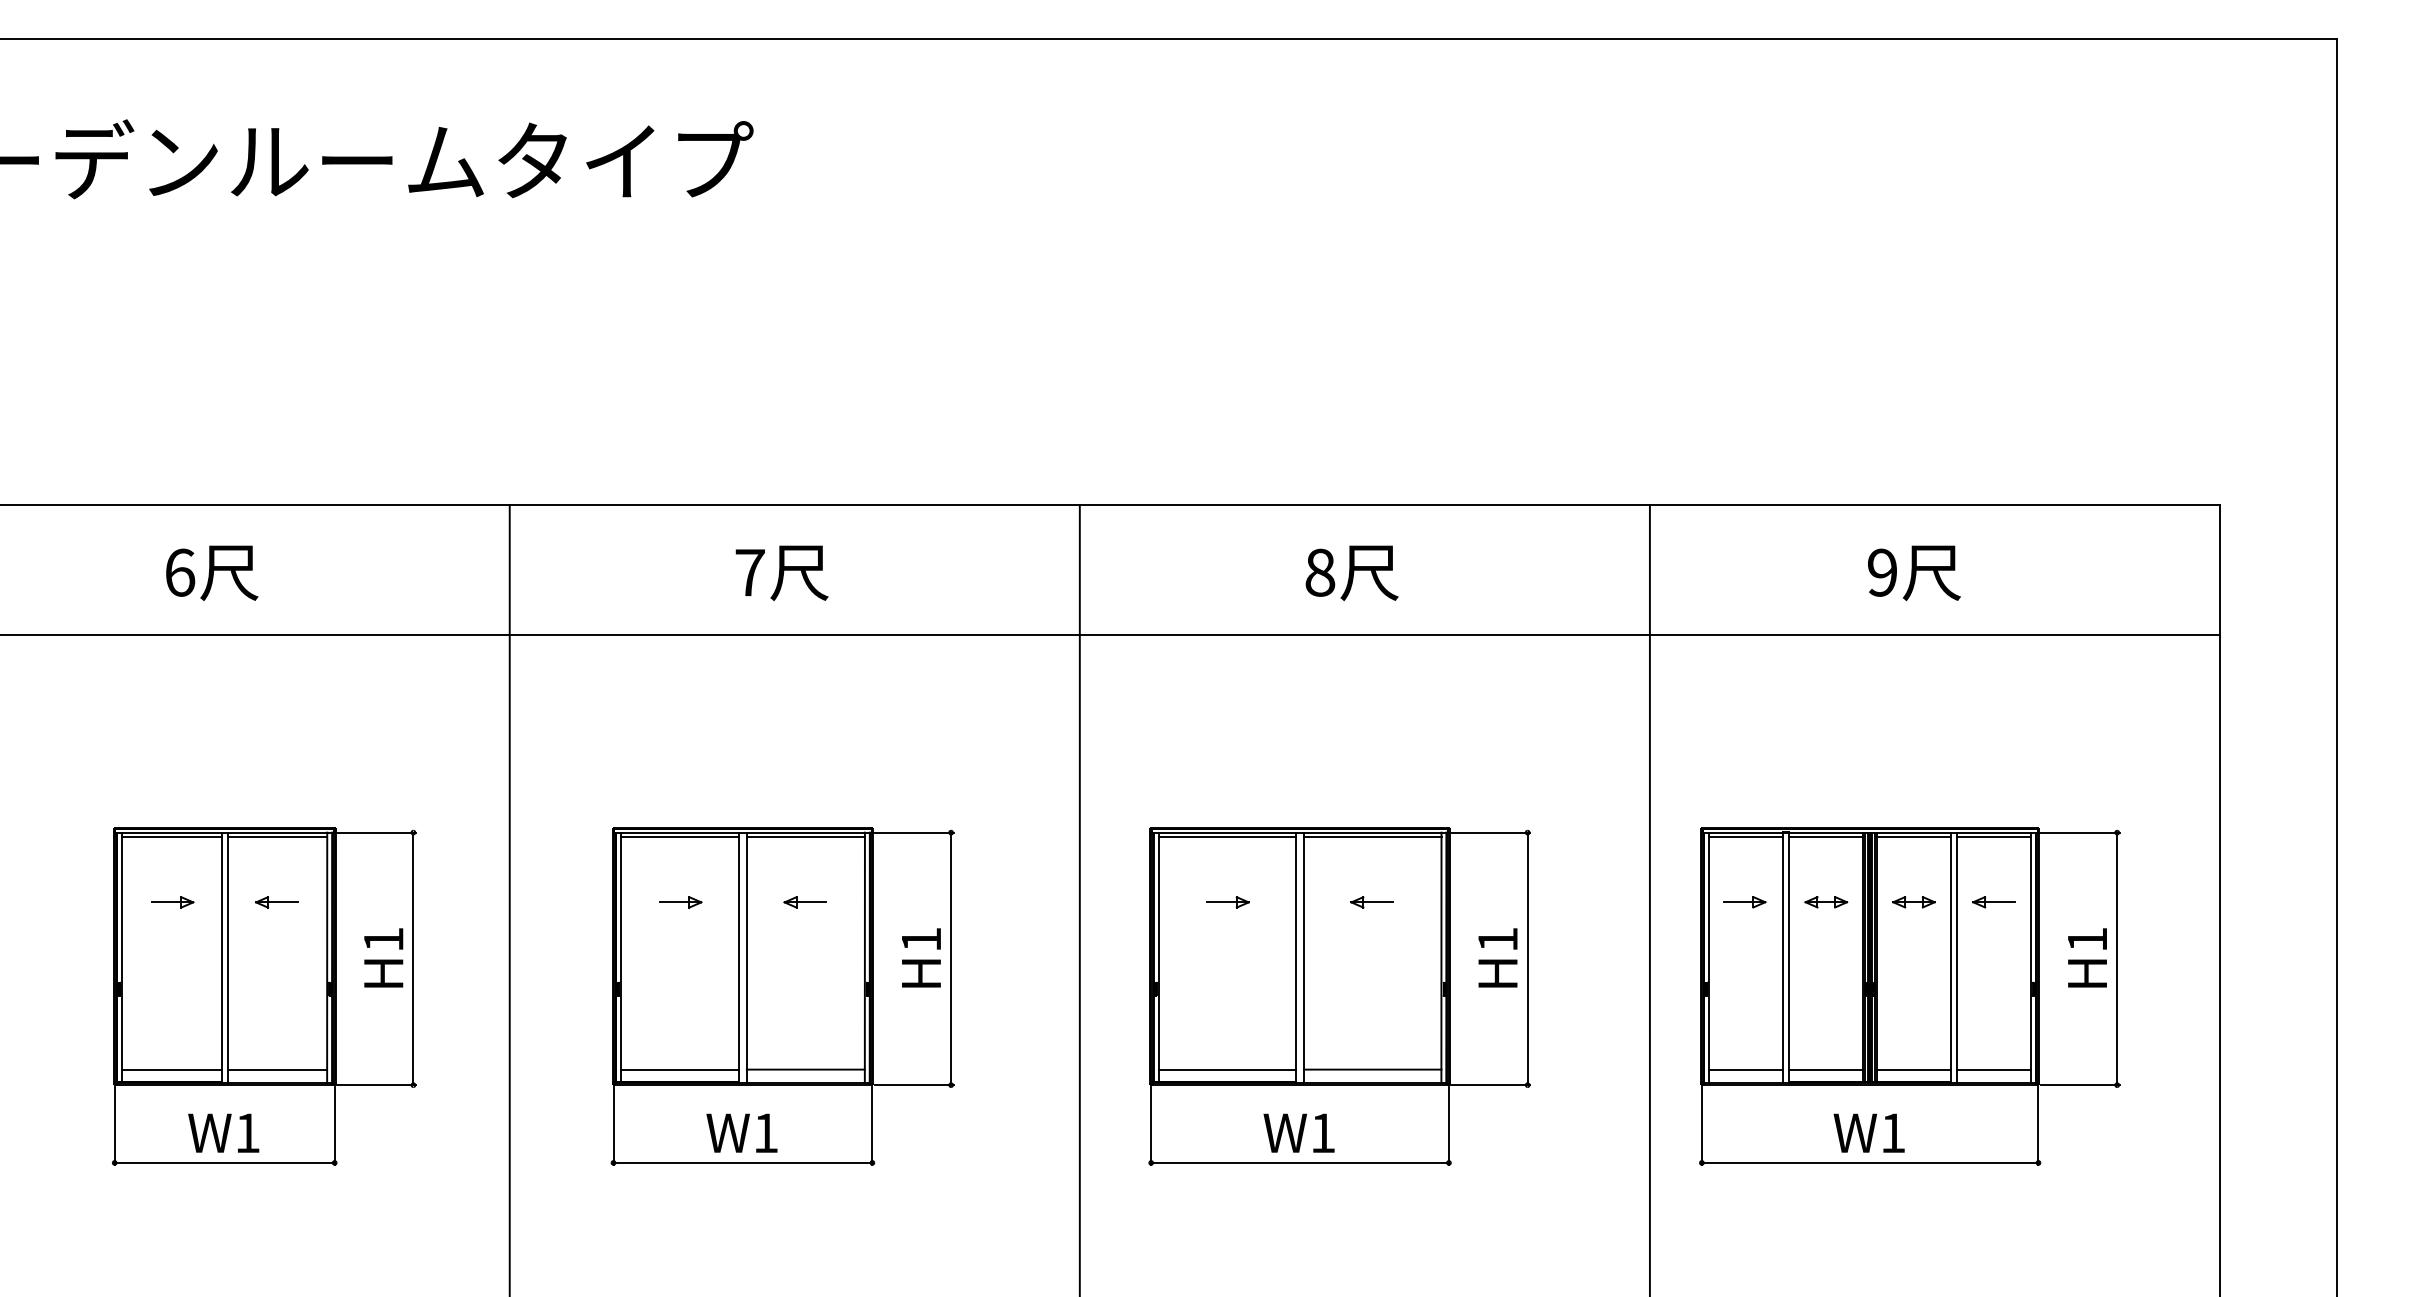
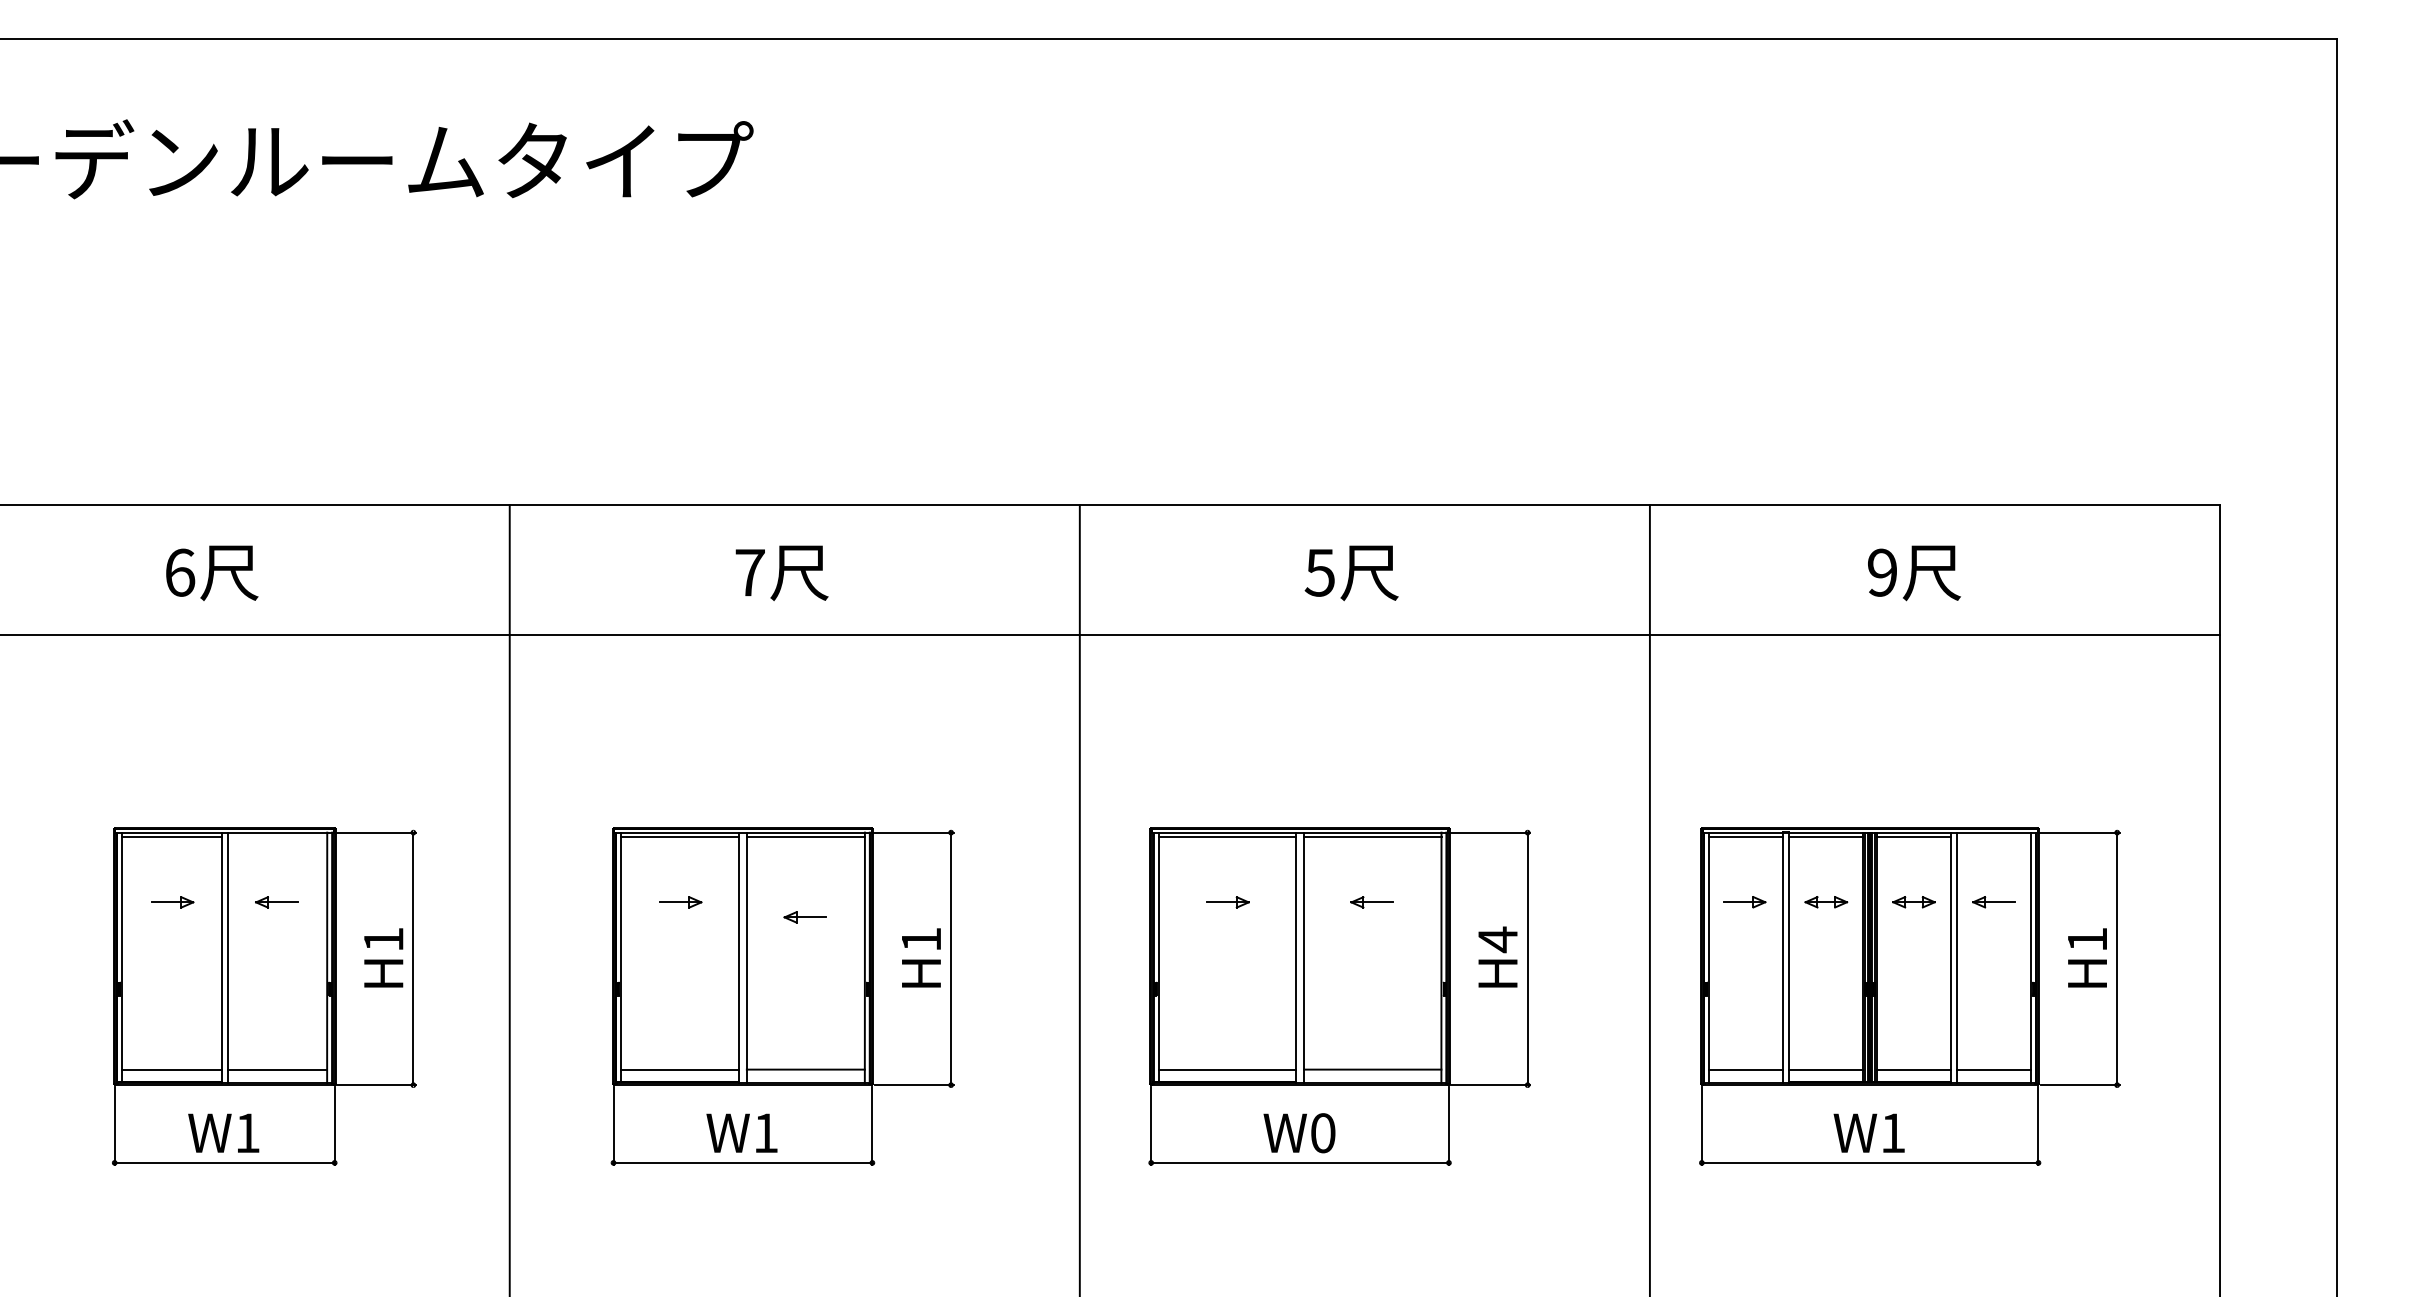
text at (1319, 572): 8 -> 5
line at (277, 836): present -> none
line at (1993, 836): present -> none
part at (804, 902) position: (804, 902) -> (804, 917)
text at (1497, 939): H1 -> H4
text at (1323, 1133): W1 -> W0
